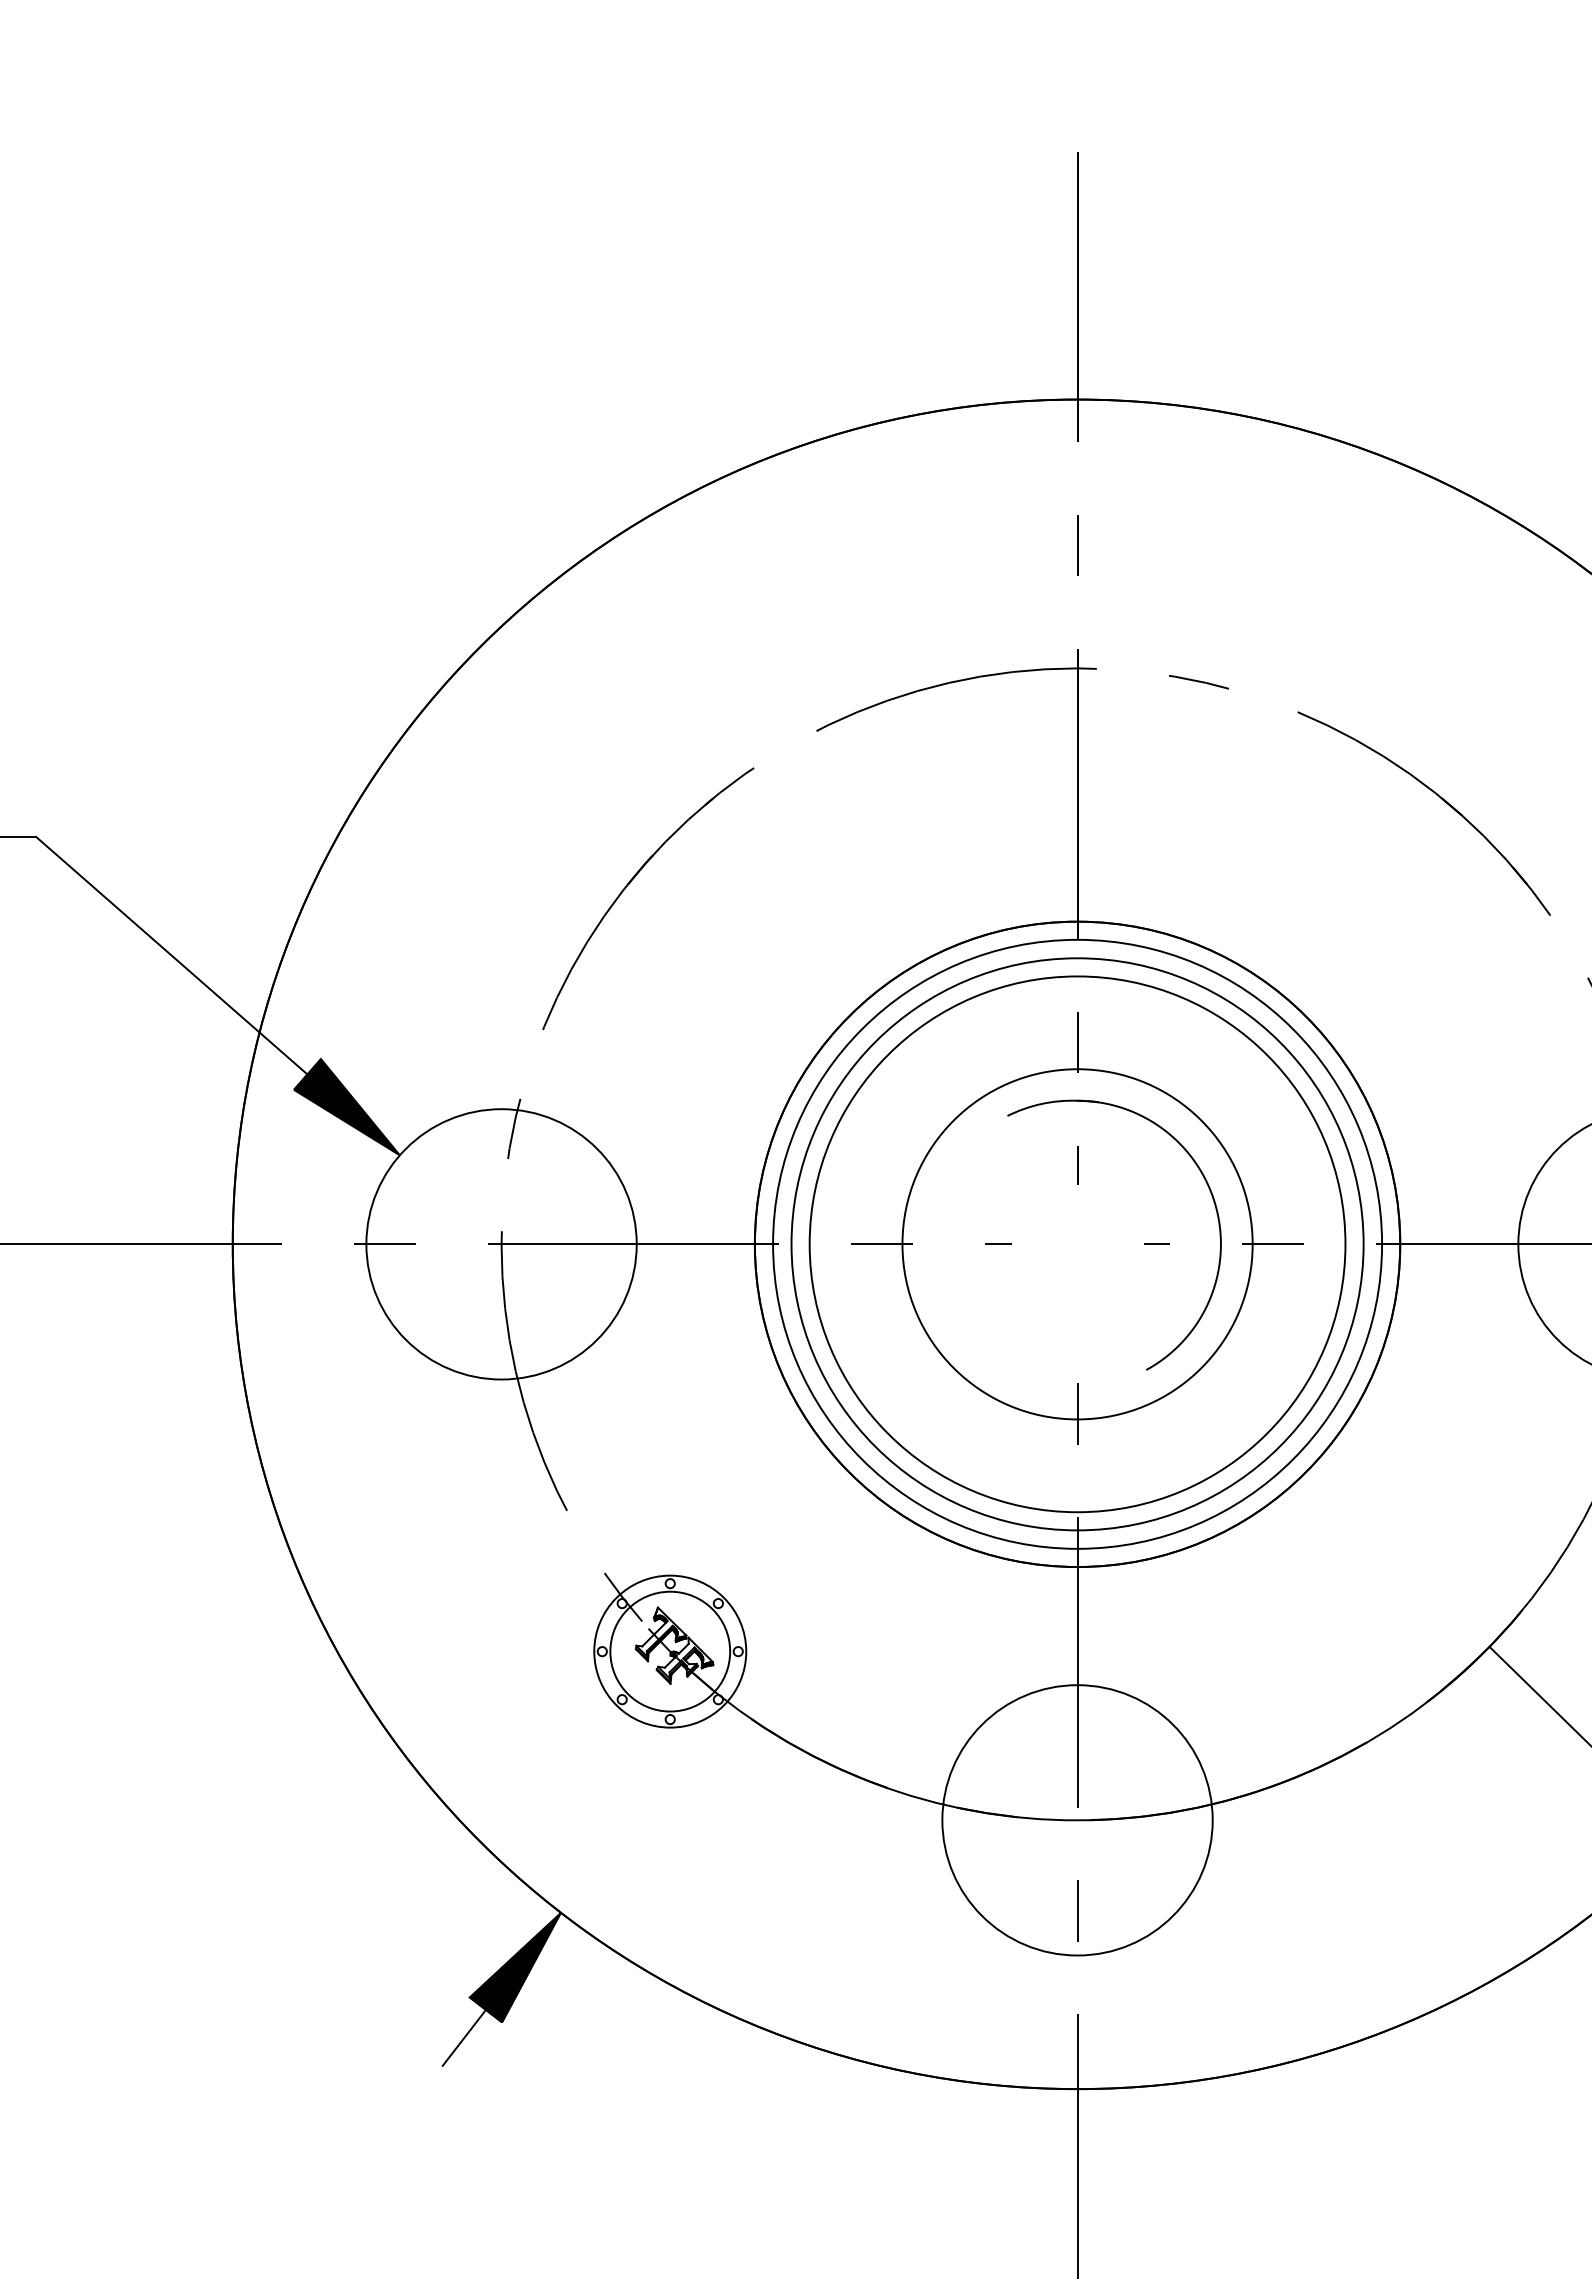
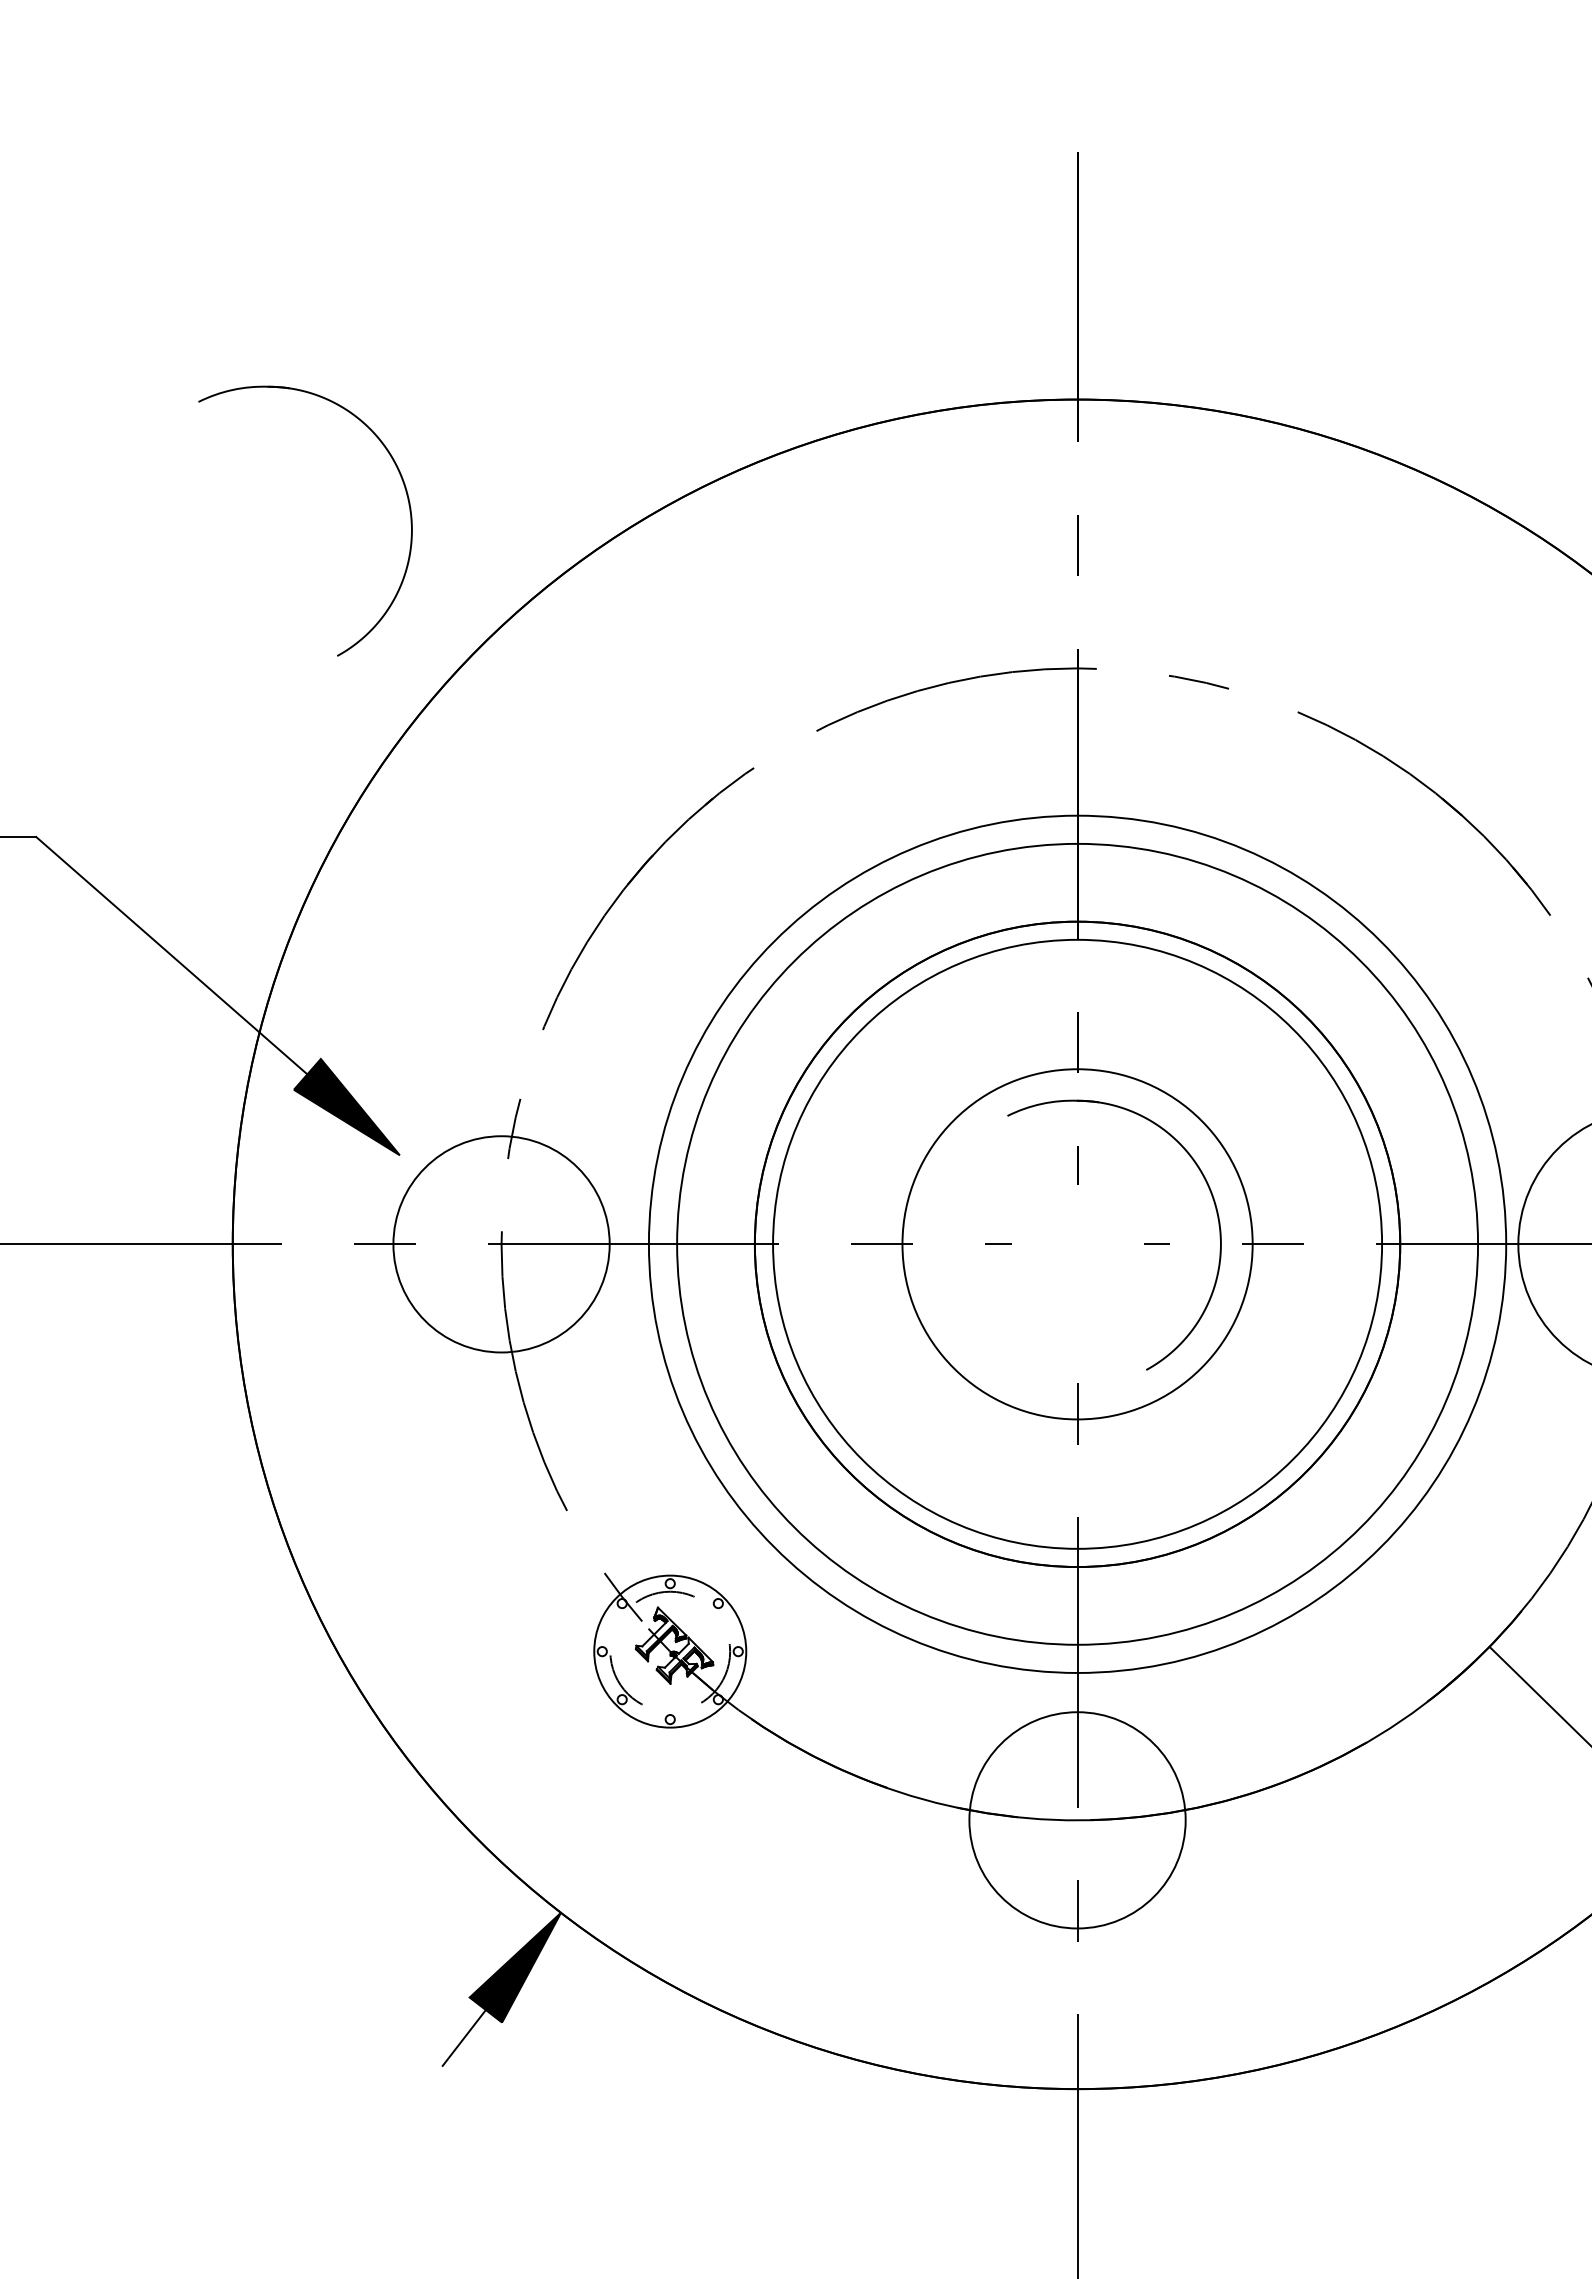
part at (407, 500): none -> present
circle at (501, 1244) diameter: 270 px -> 216 px
circle at (1077, 1244) diameter: 536 px -> 857 px
circle at (1077, 1244) diameter: 572 px -> 801 px
circle at (670, 1651): solid -> dashed
circle at (1077, 1820) diameter: 270 px -> 216 px
